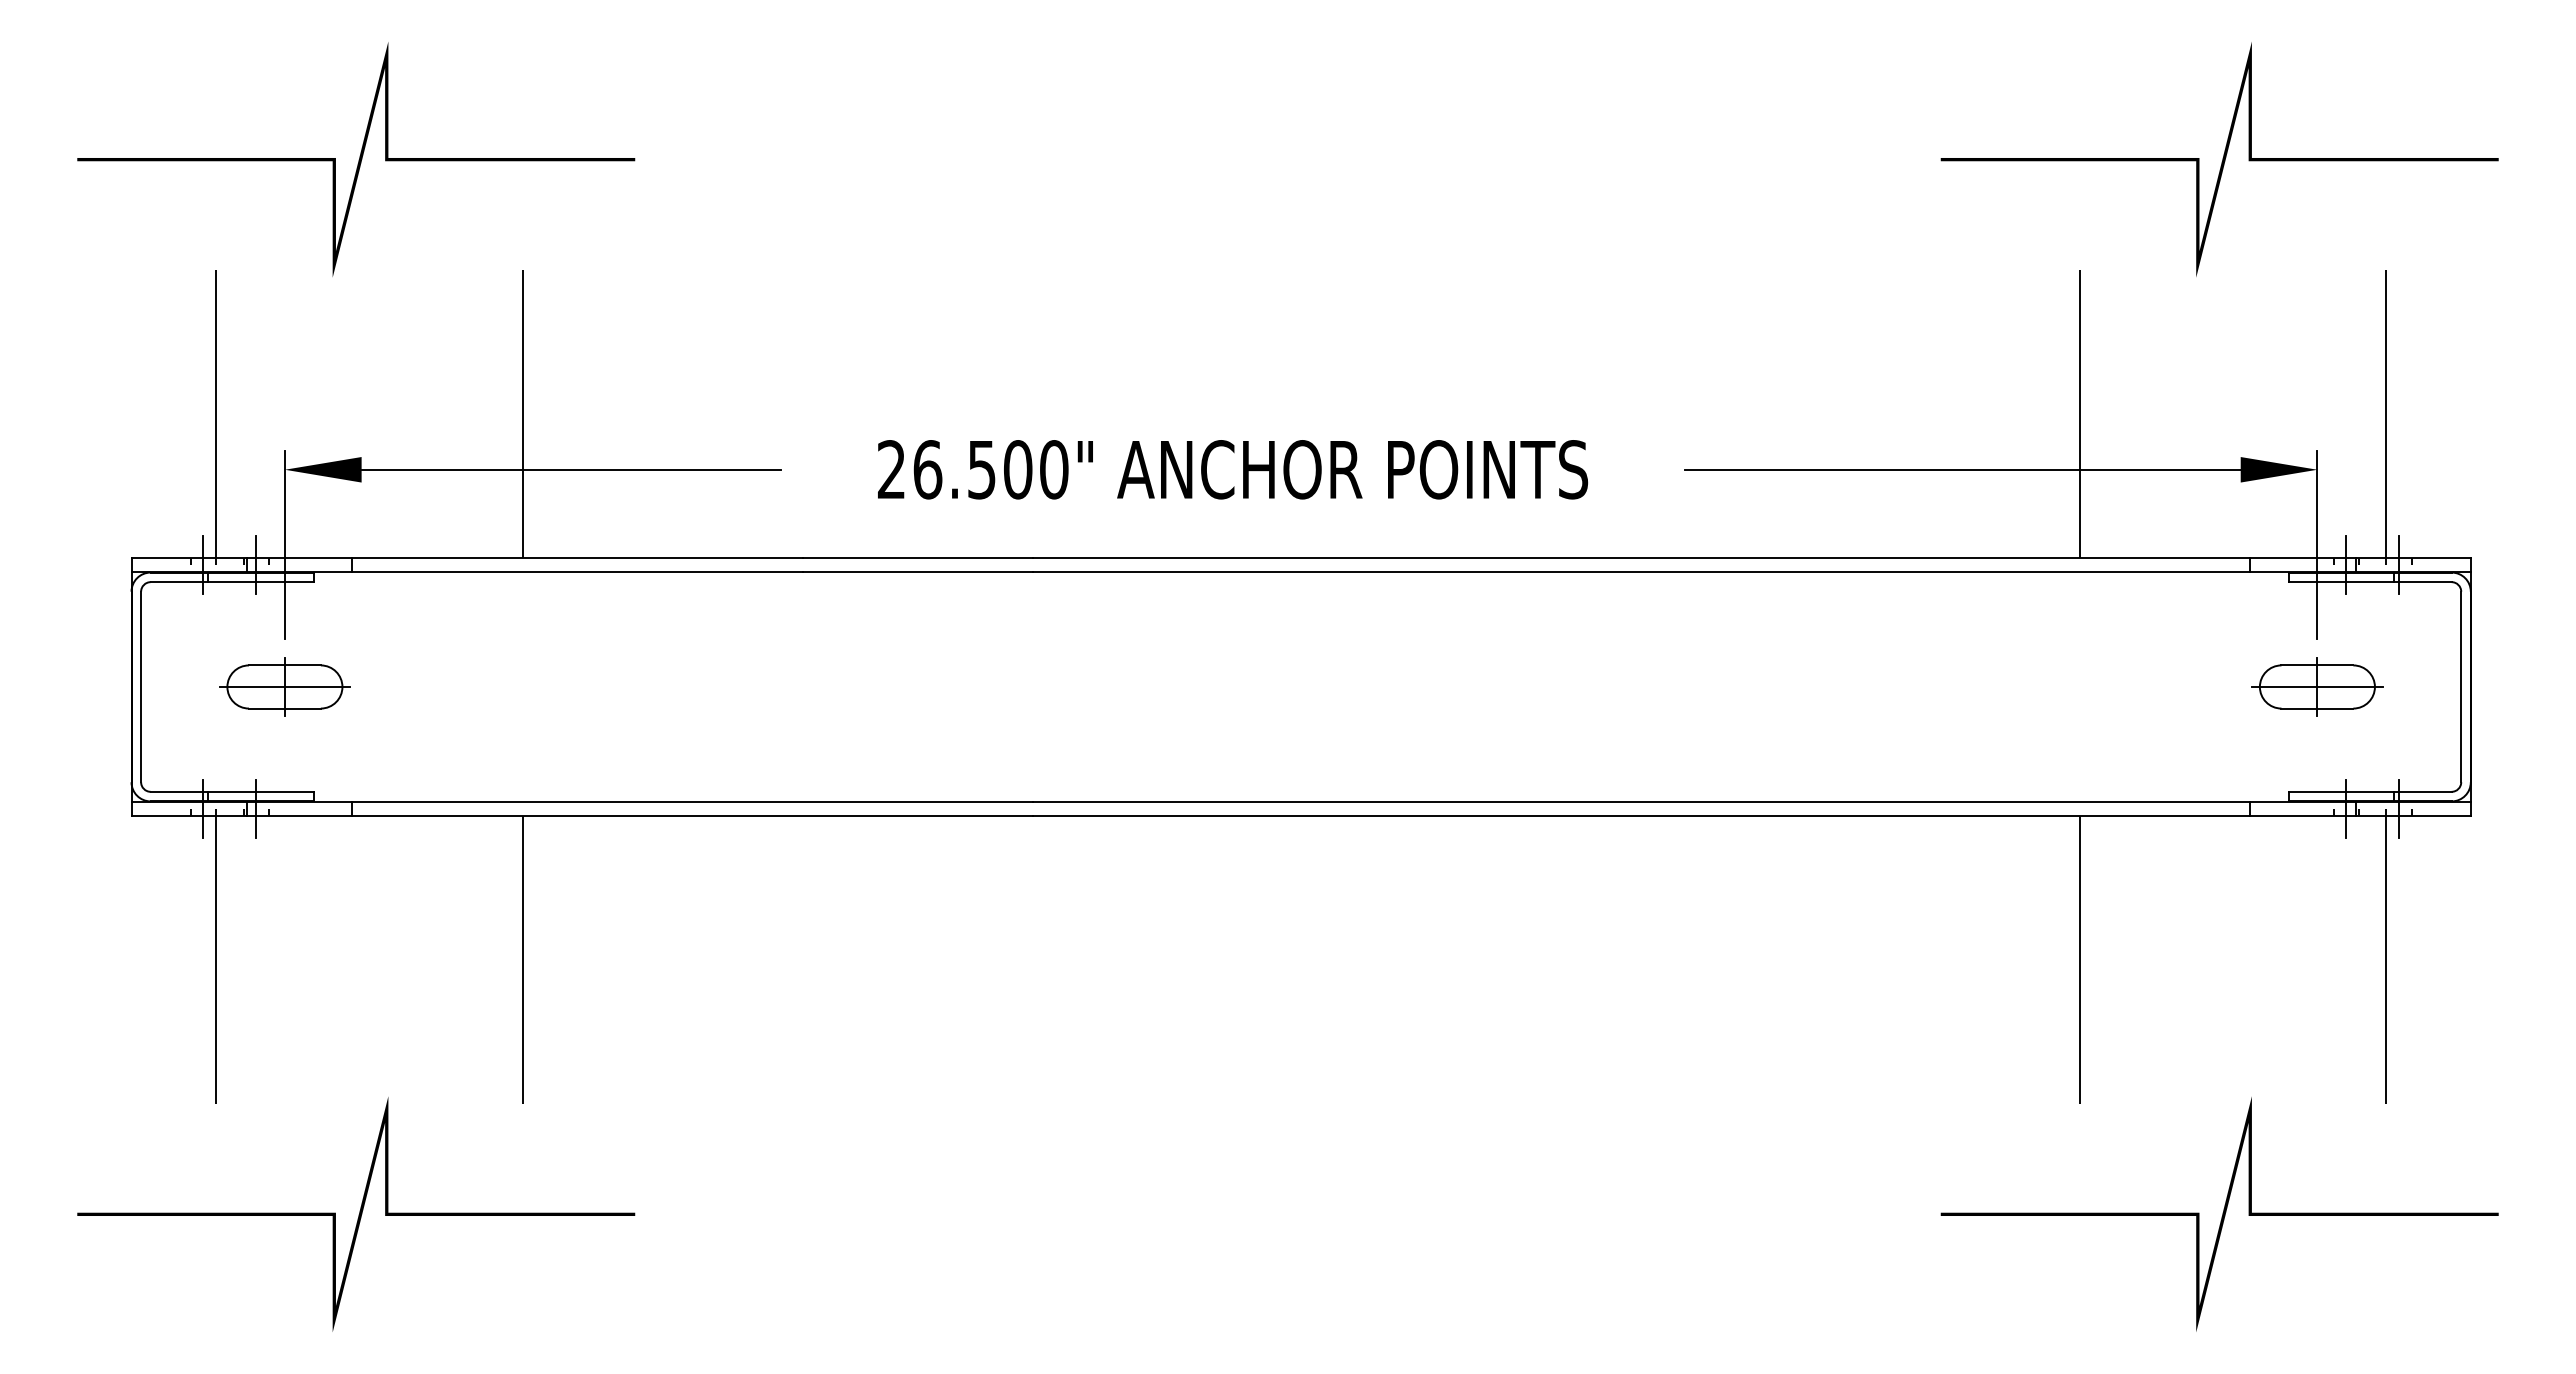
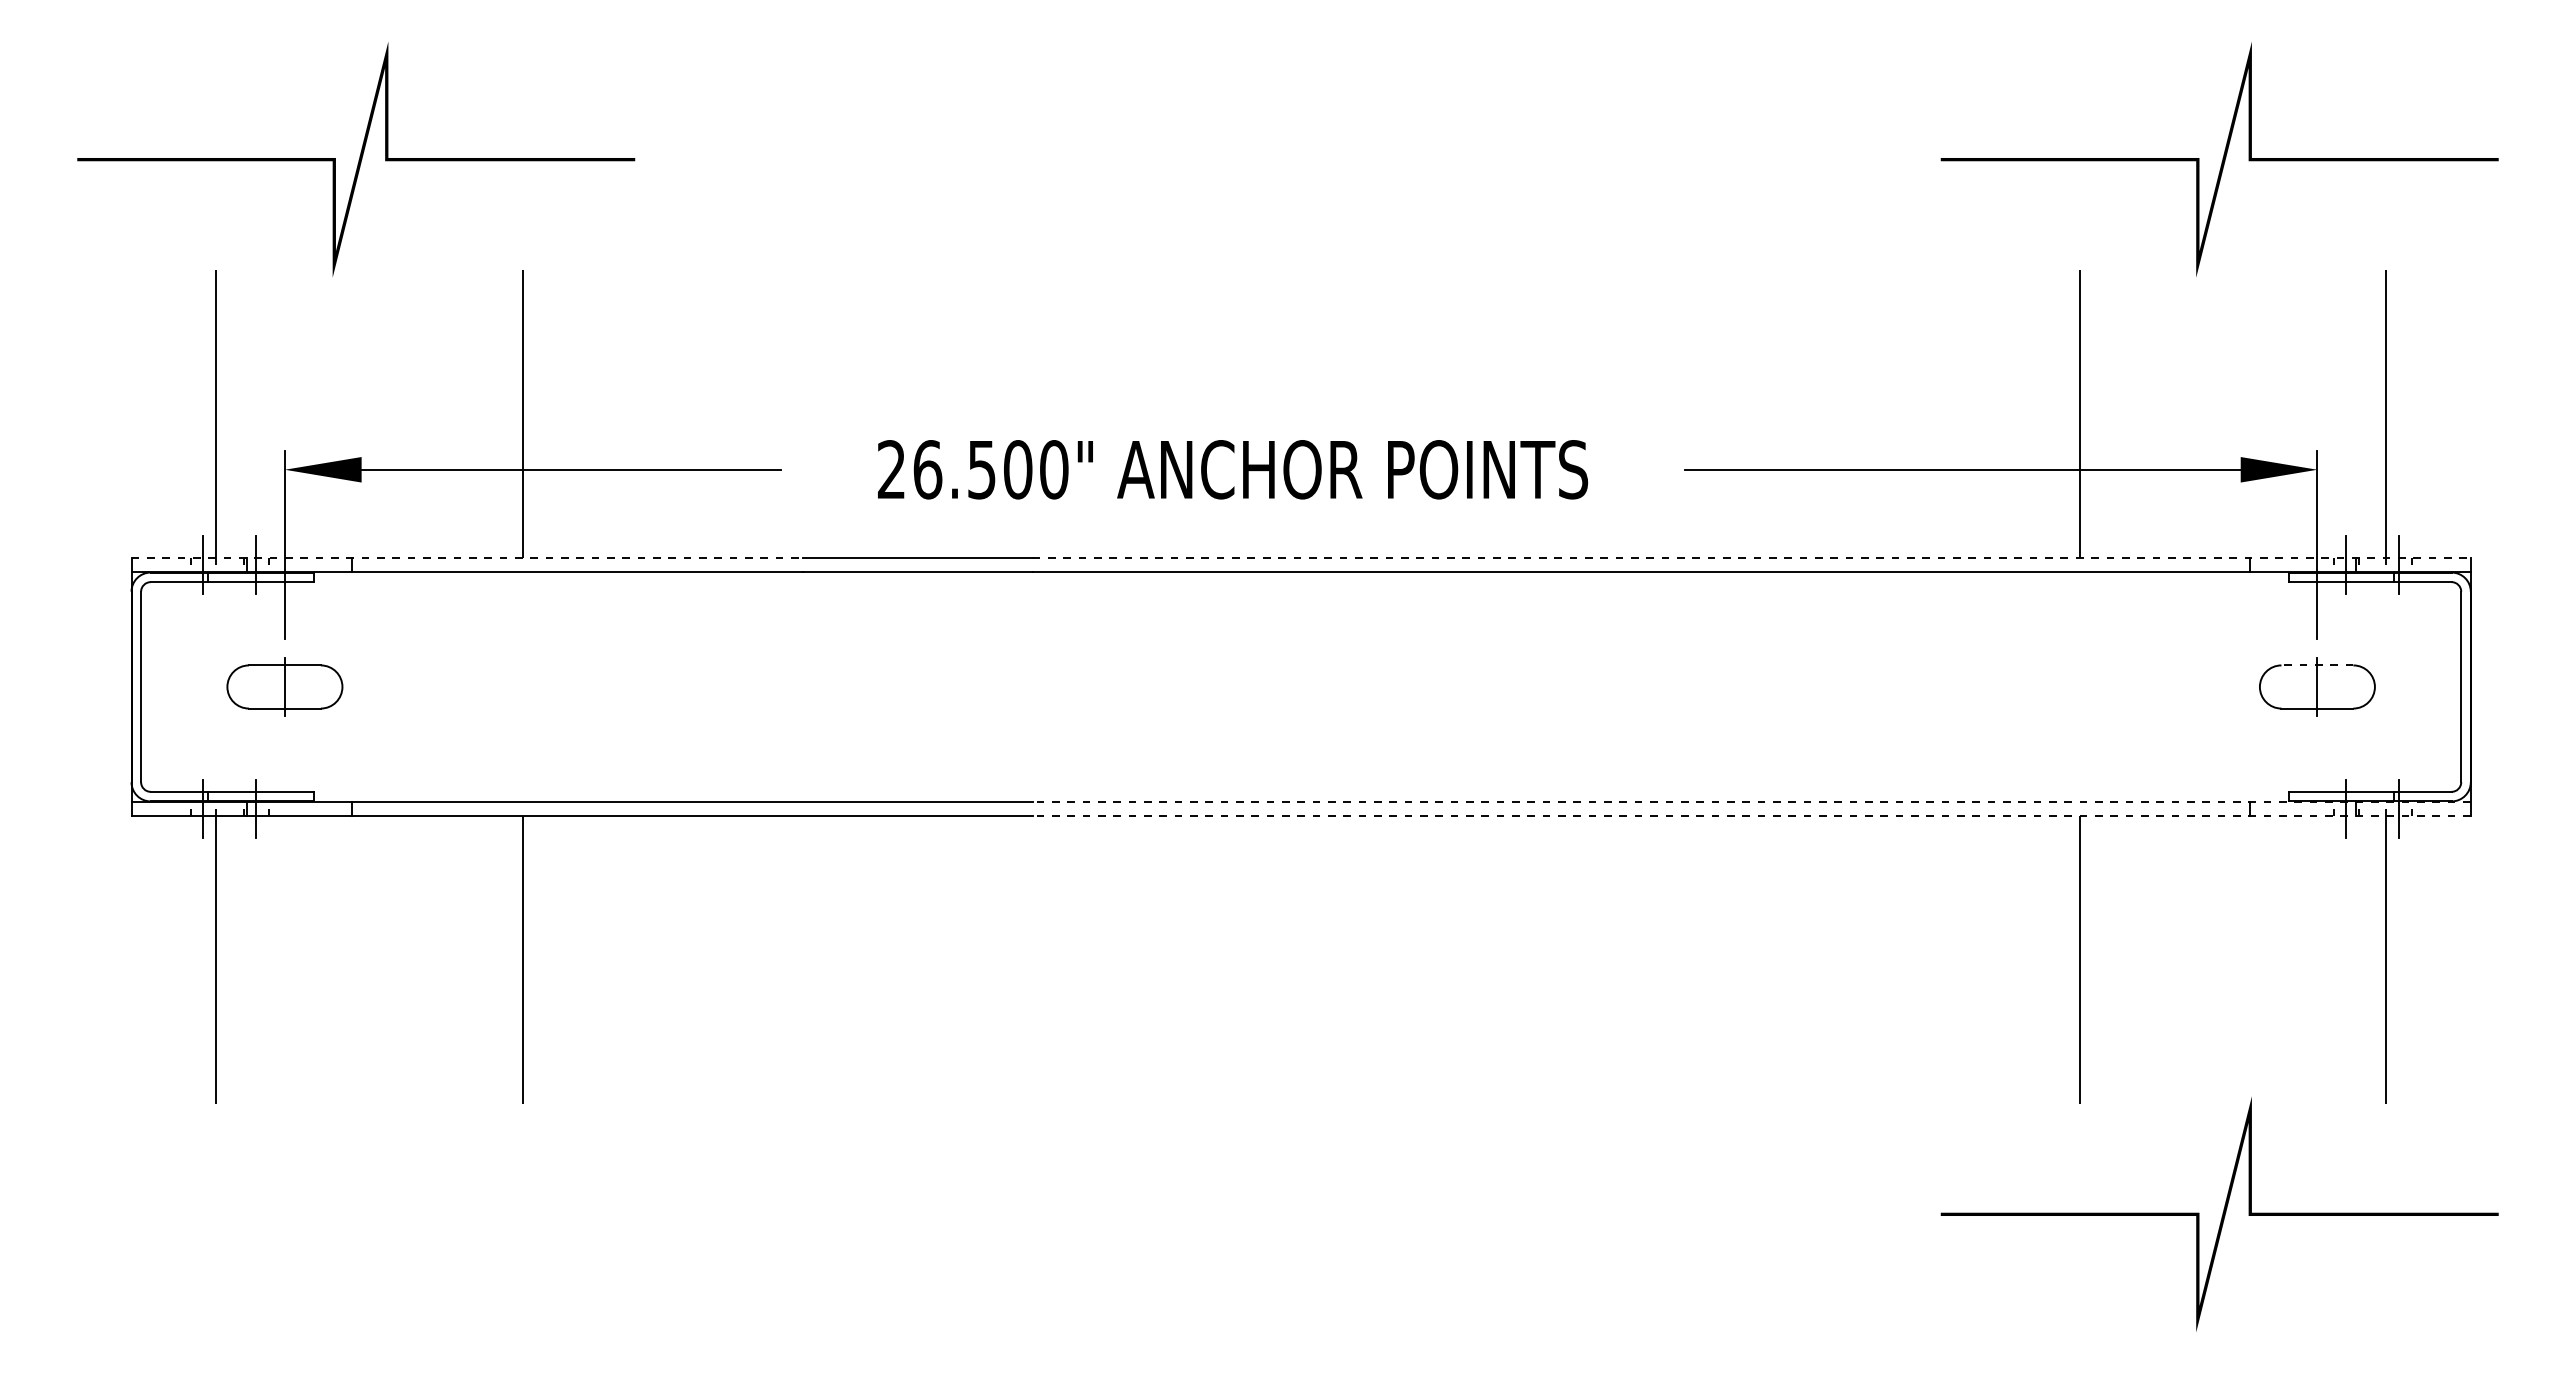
line at (467, 557): solid -> dashed
line at (1752, 557): solid -> dashed
line at (2317, 665): solid -> dashed
line at (284, 687): present -> none
line at (2317, 687): present -> none
line at (1751, 802): solid -> dashed
line at (1751, 816): solid -> dashed
curve at (358, 1214): present -> none
